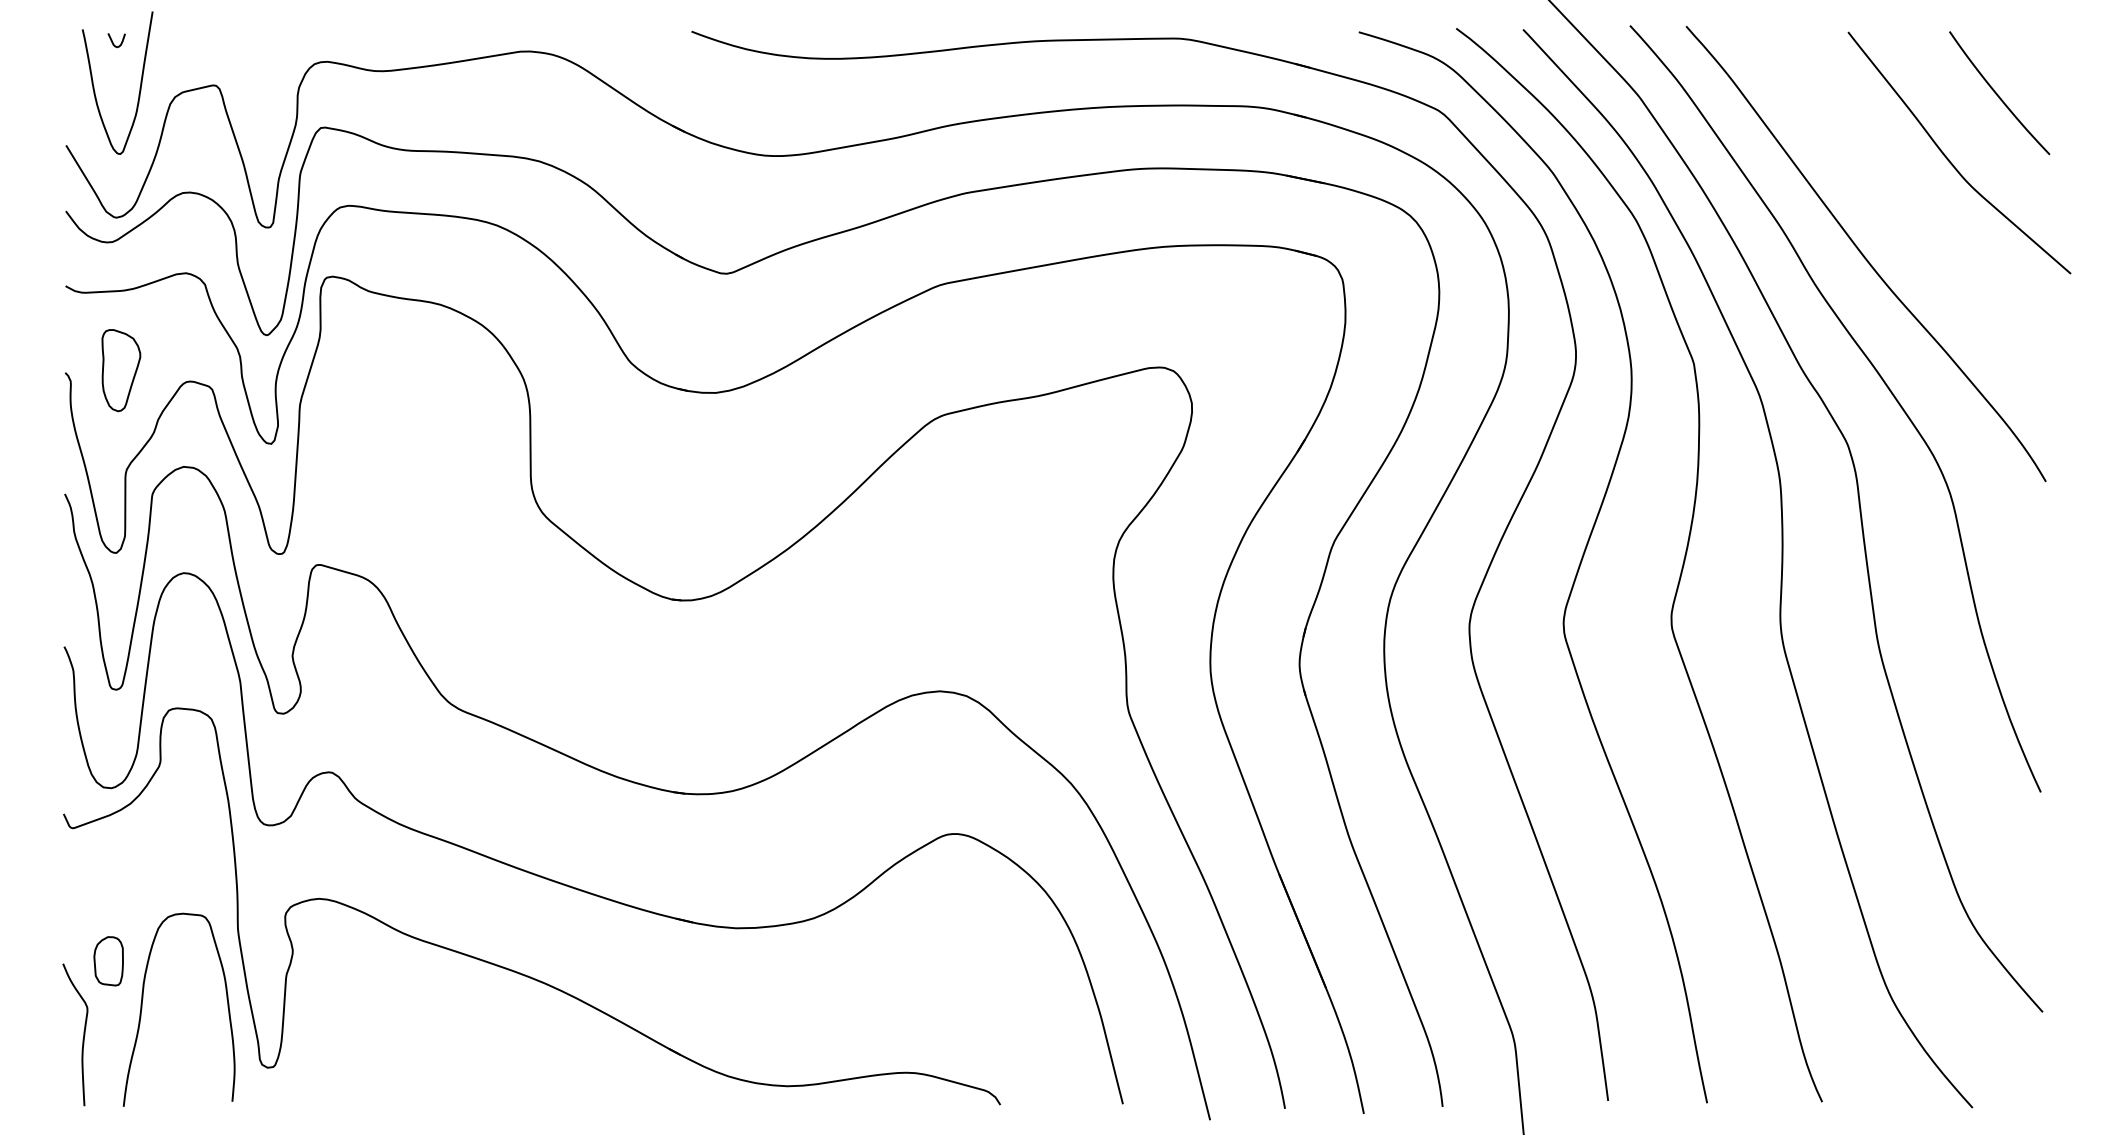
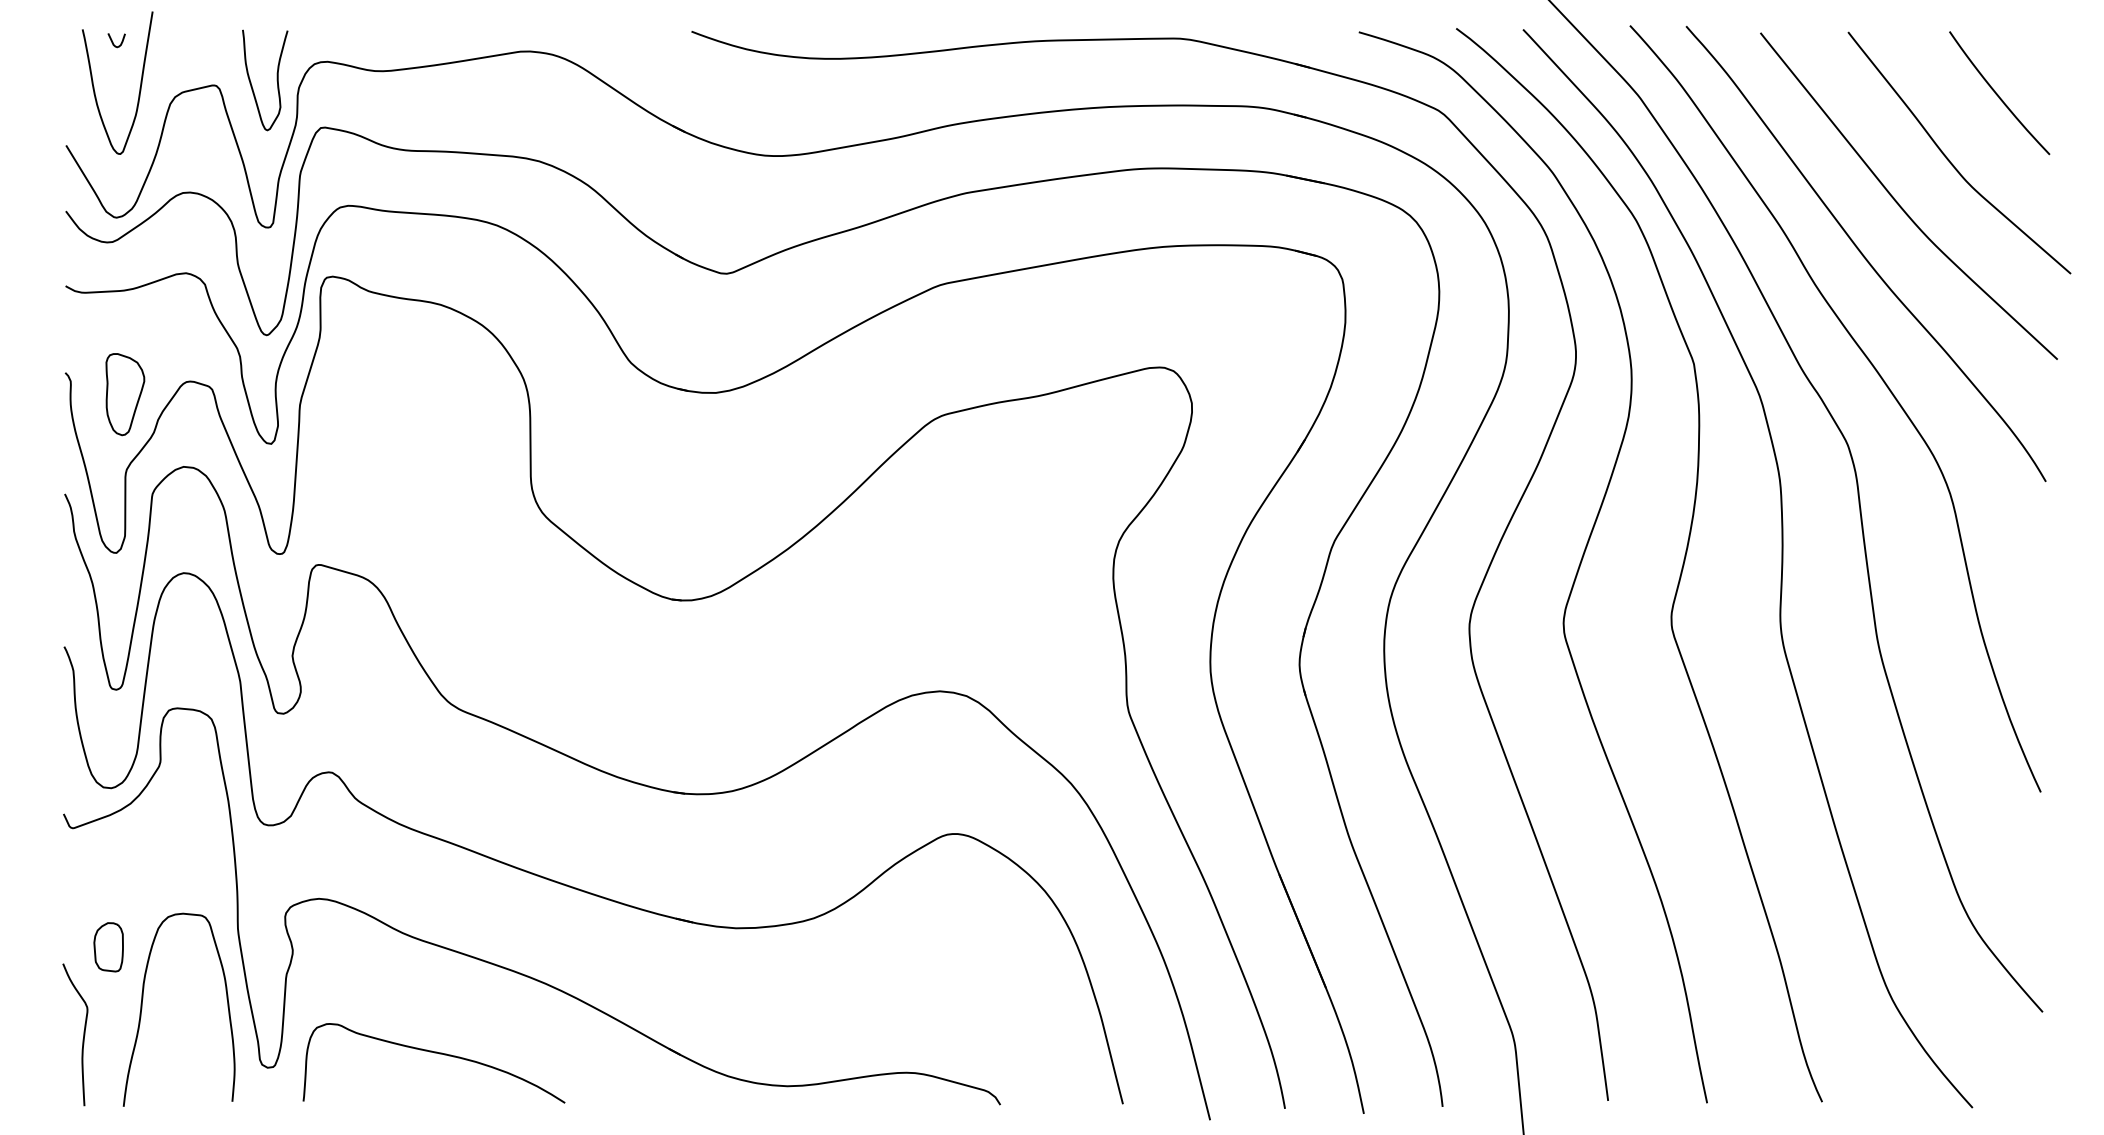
curve at (276, 80): none -> present
curve at (1898, 202): none -> present
part at (121, 370) position: (121, 370) -> (125, 394)
part at (108, 961) position: (108, 961) -> (108, 947)
curve at (434, 1053): none -> present
